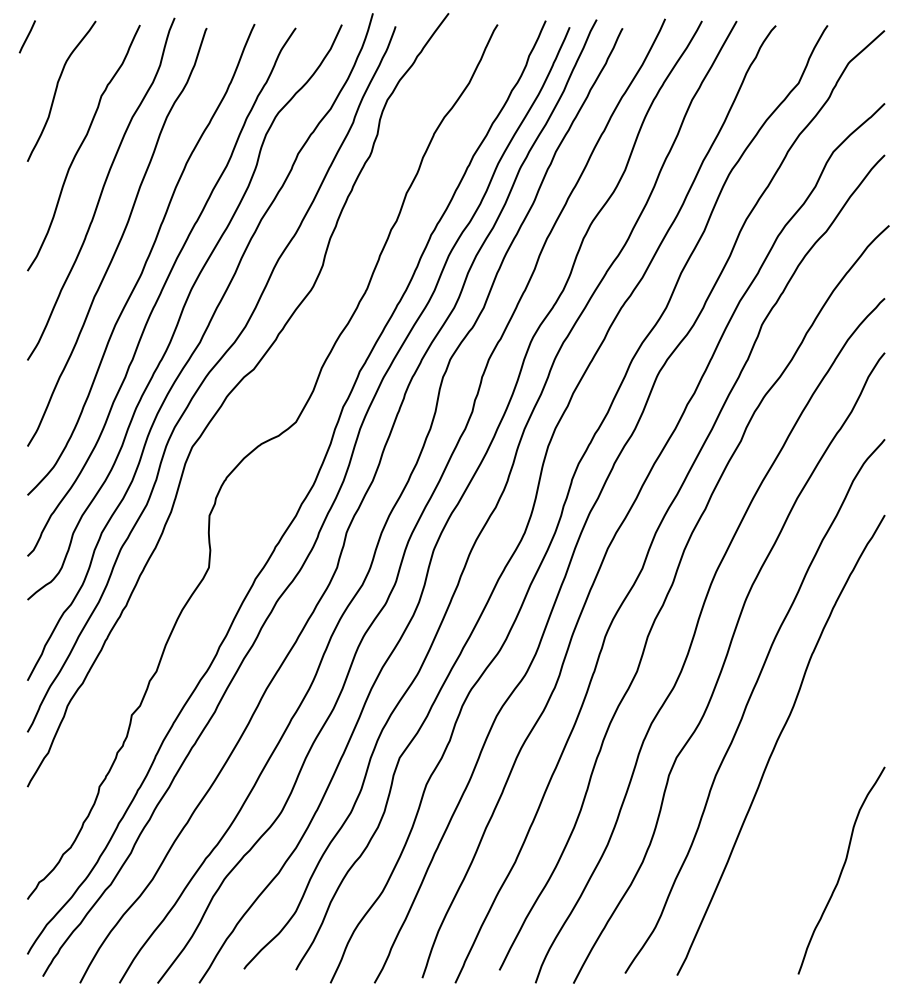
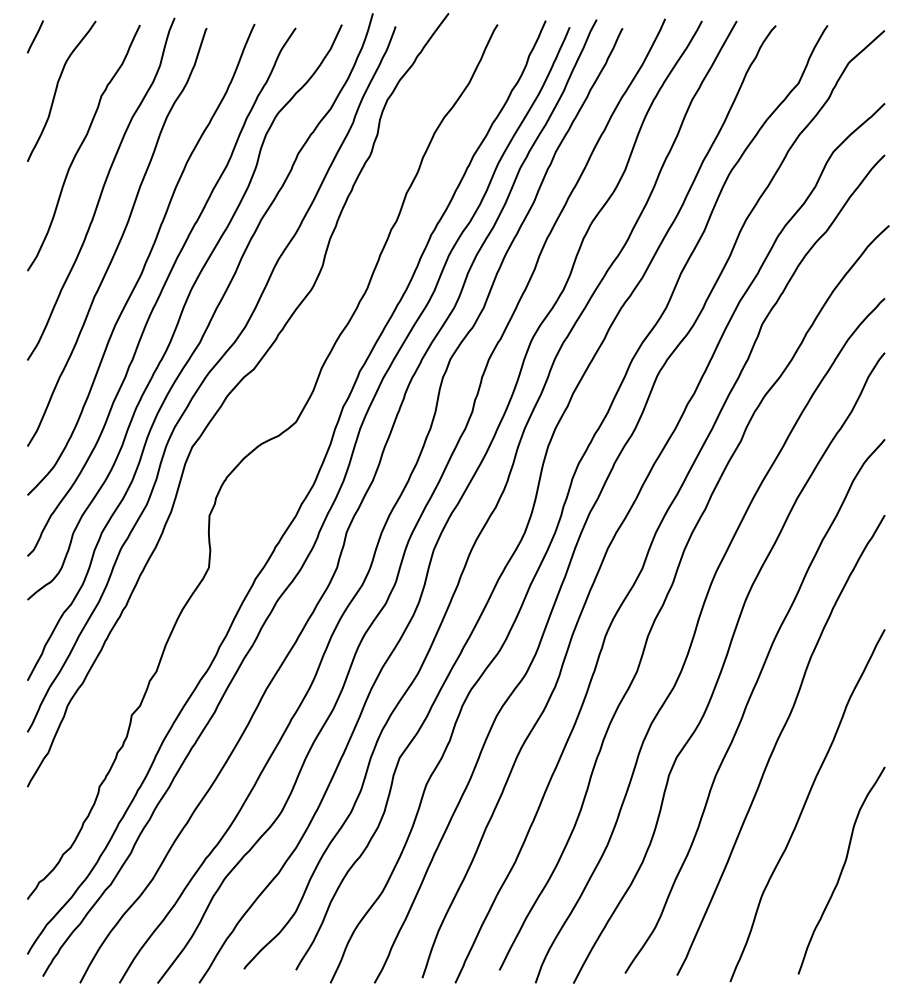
line at (26, 36) position: (26, 36) -> (34, 36)
curve at (805, 805): none -> present
